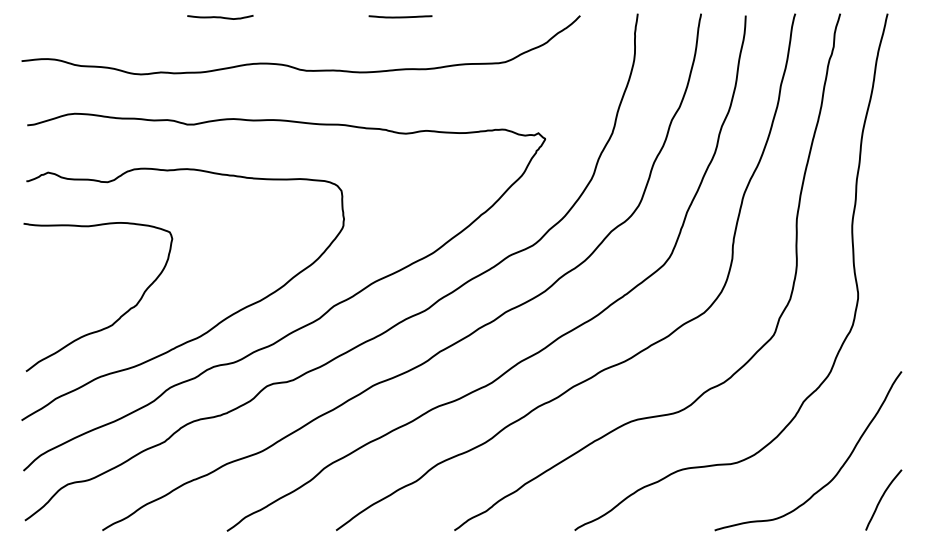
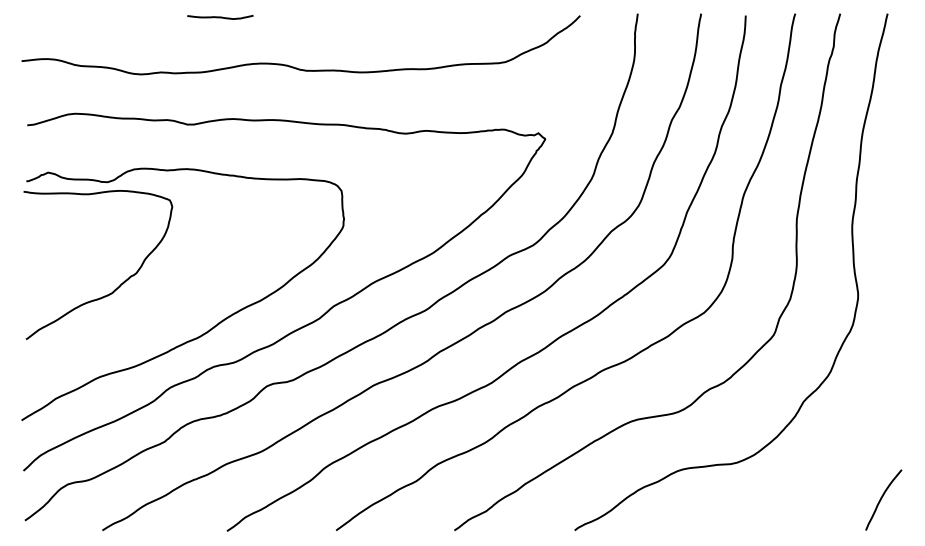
line at (400, 16): present -> none
curve at (115, 320) position: (115, 320) -> (115, 288)
curve at (837, 471): present -> none
